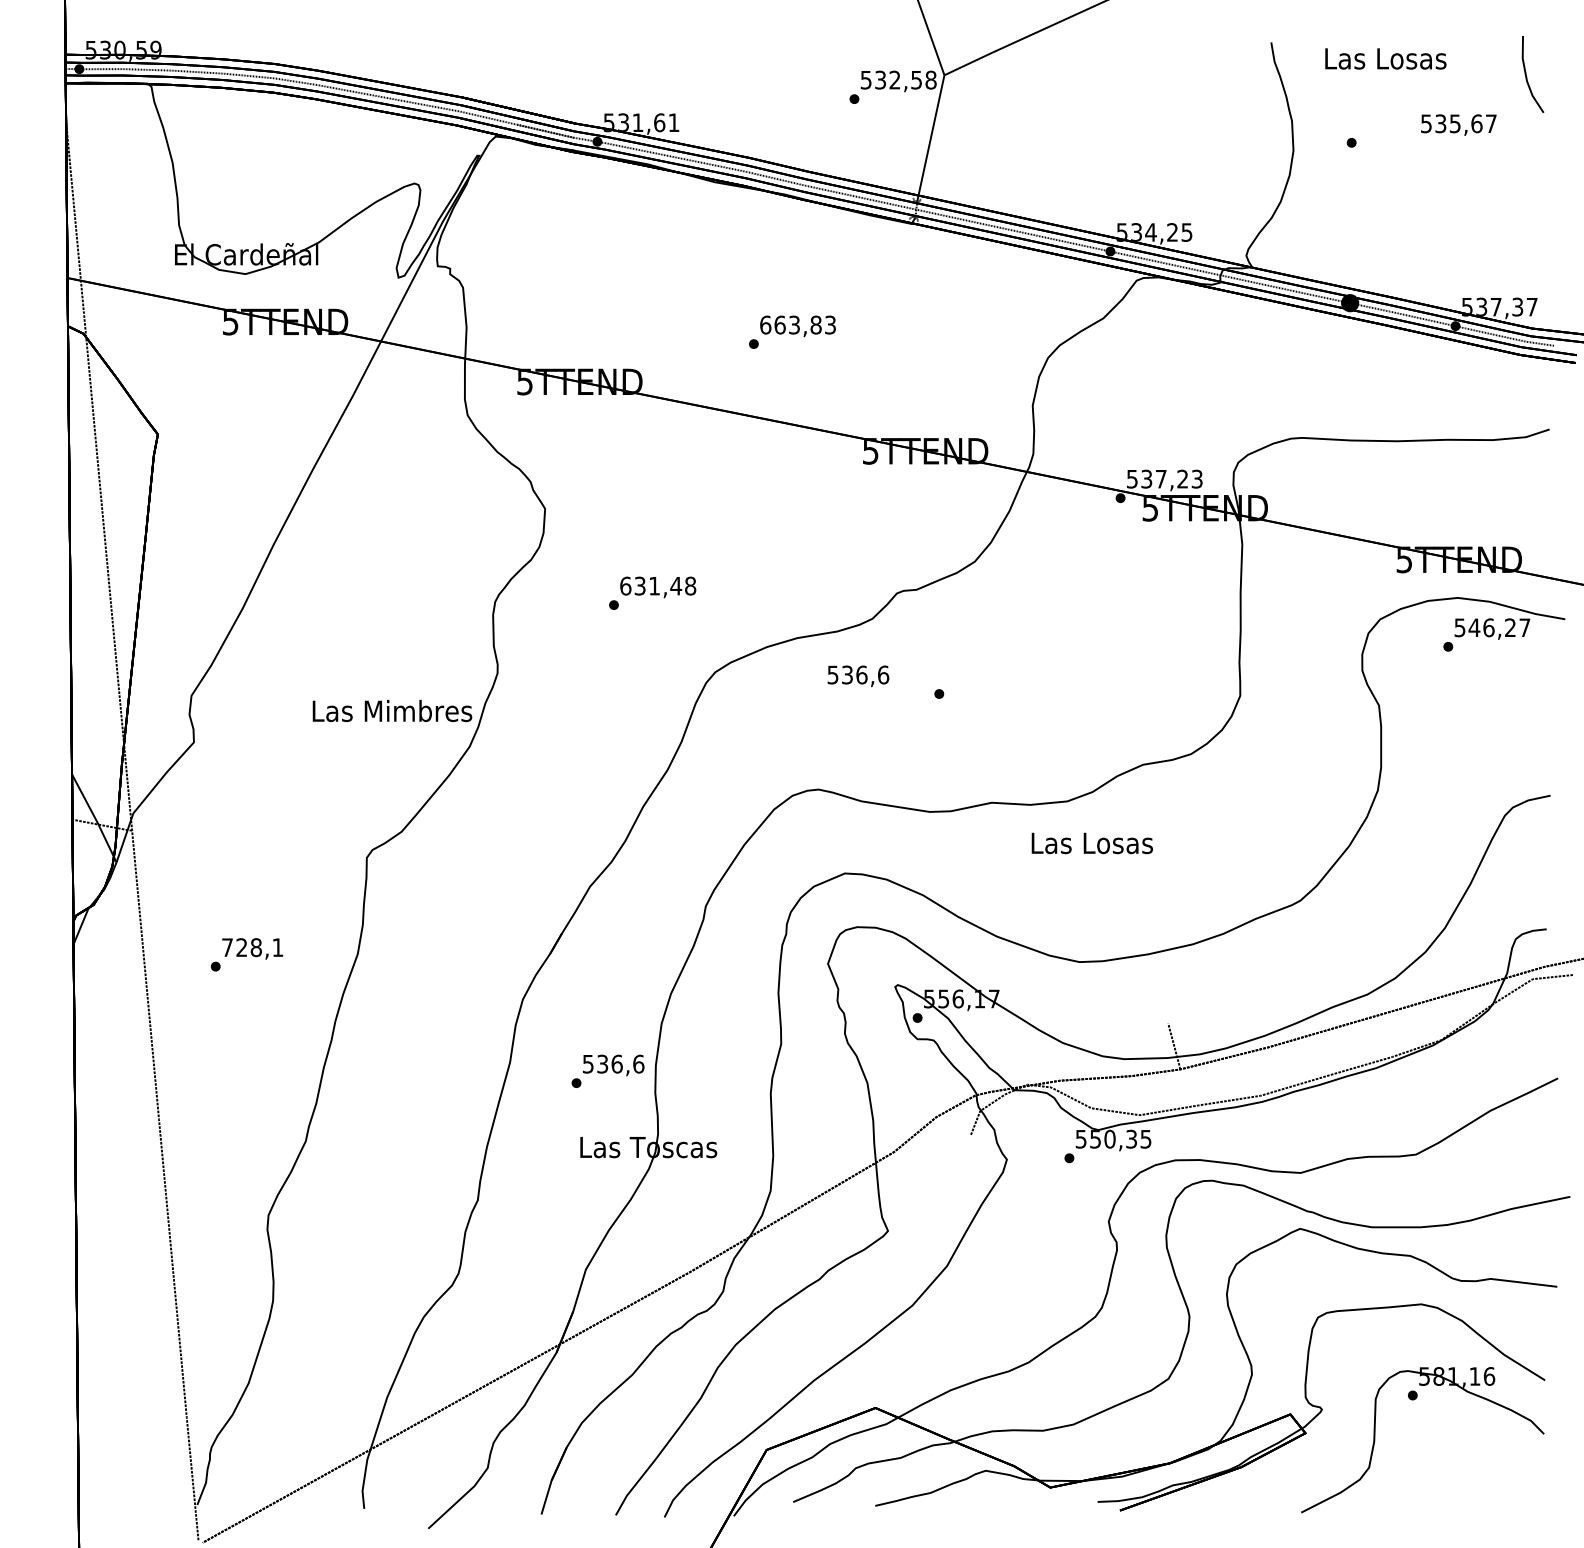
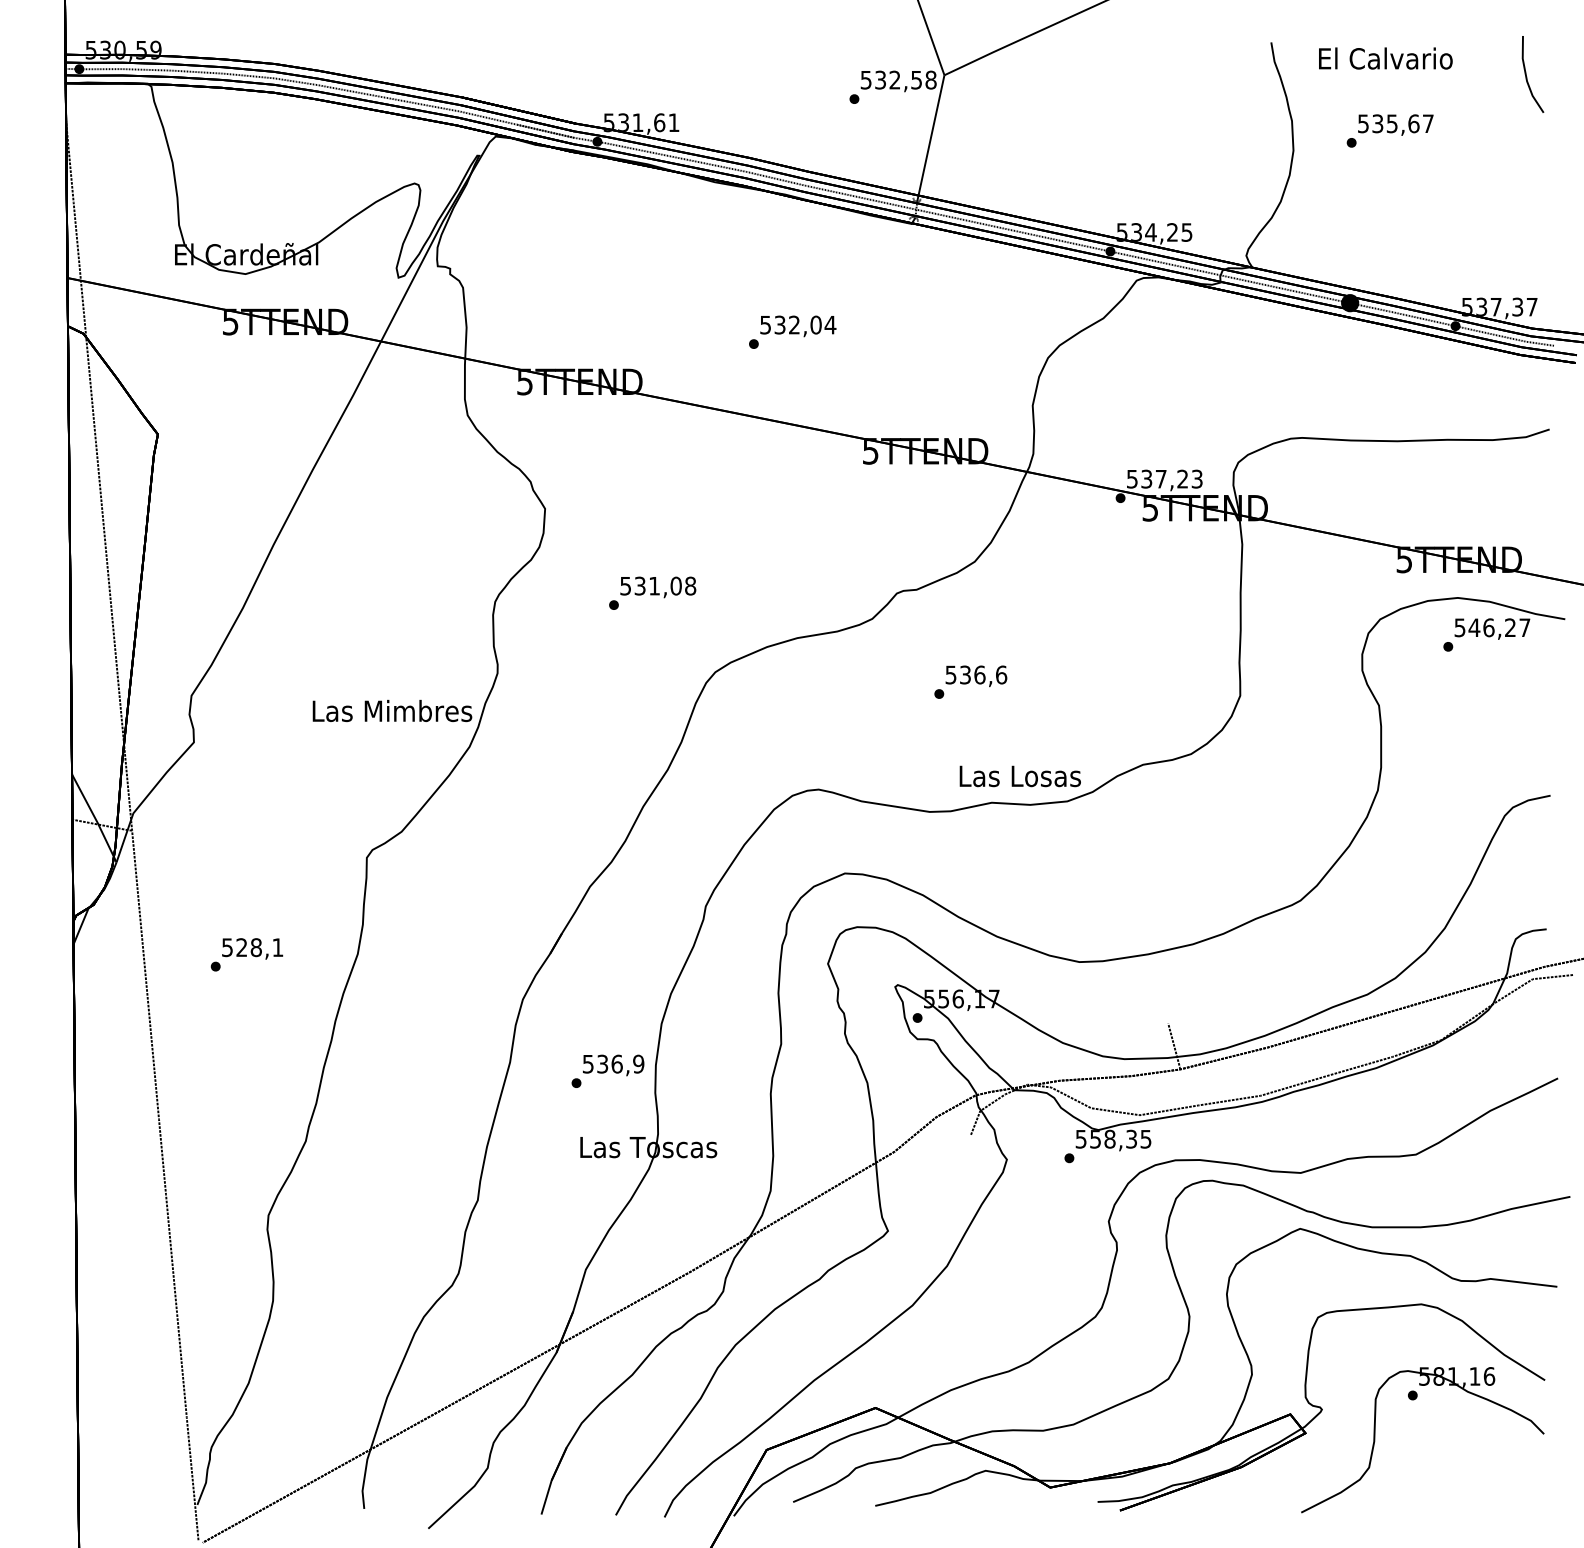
text at (1385, 58): Las Losas -> El Calvario
text at (1458, 124) position: (1458, 124) -> (1395, 124)
text at (798, 324): 663,83 -> 532,04
text at (651, 585): 631,48 -> 531,08
text at (858, 676) position: (858, 676) -> (976, 676)
text at (1091, 843) position: (1091, 843) -> (1019, 776)
text at (227, 947): 728,1 -> 528,1
text at (638, 1063): 536,6 -> 536,9
text at (1109, 1139): 550,35 -> 558,35
